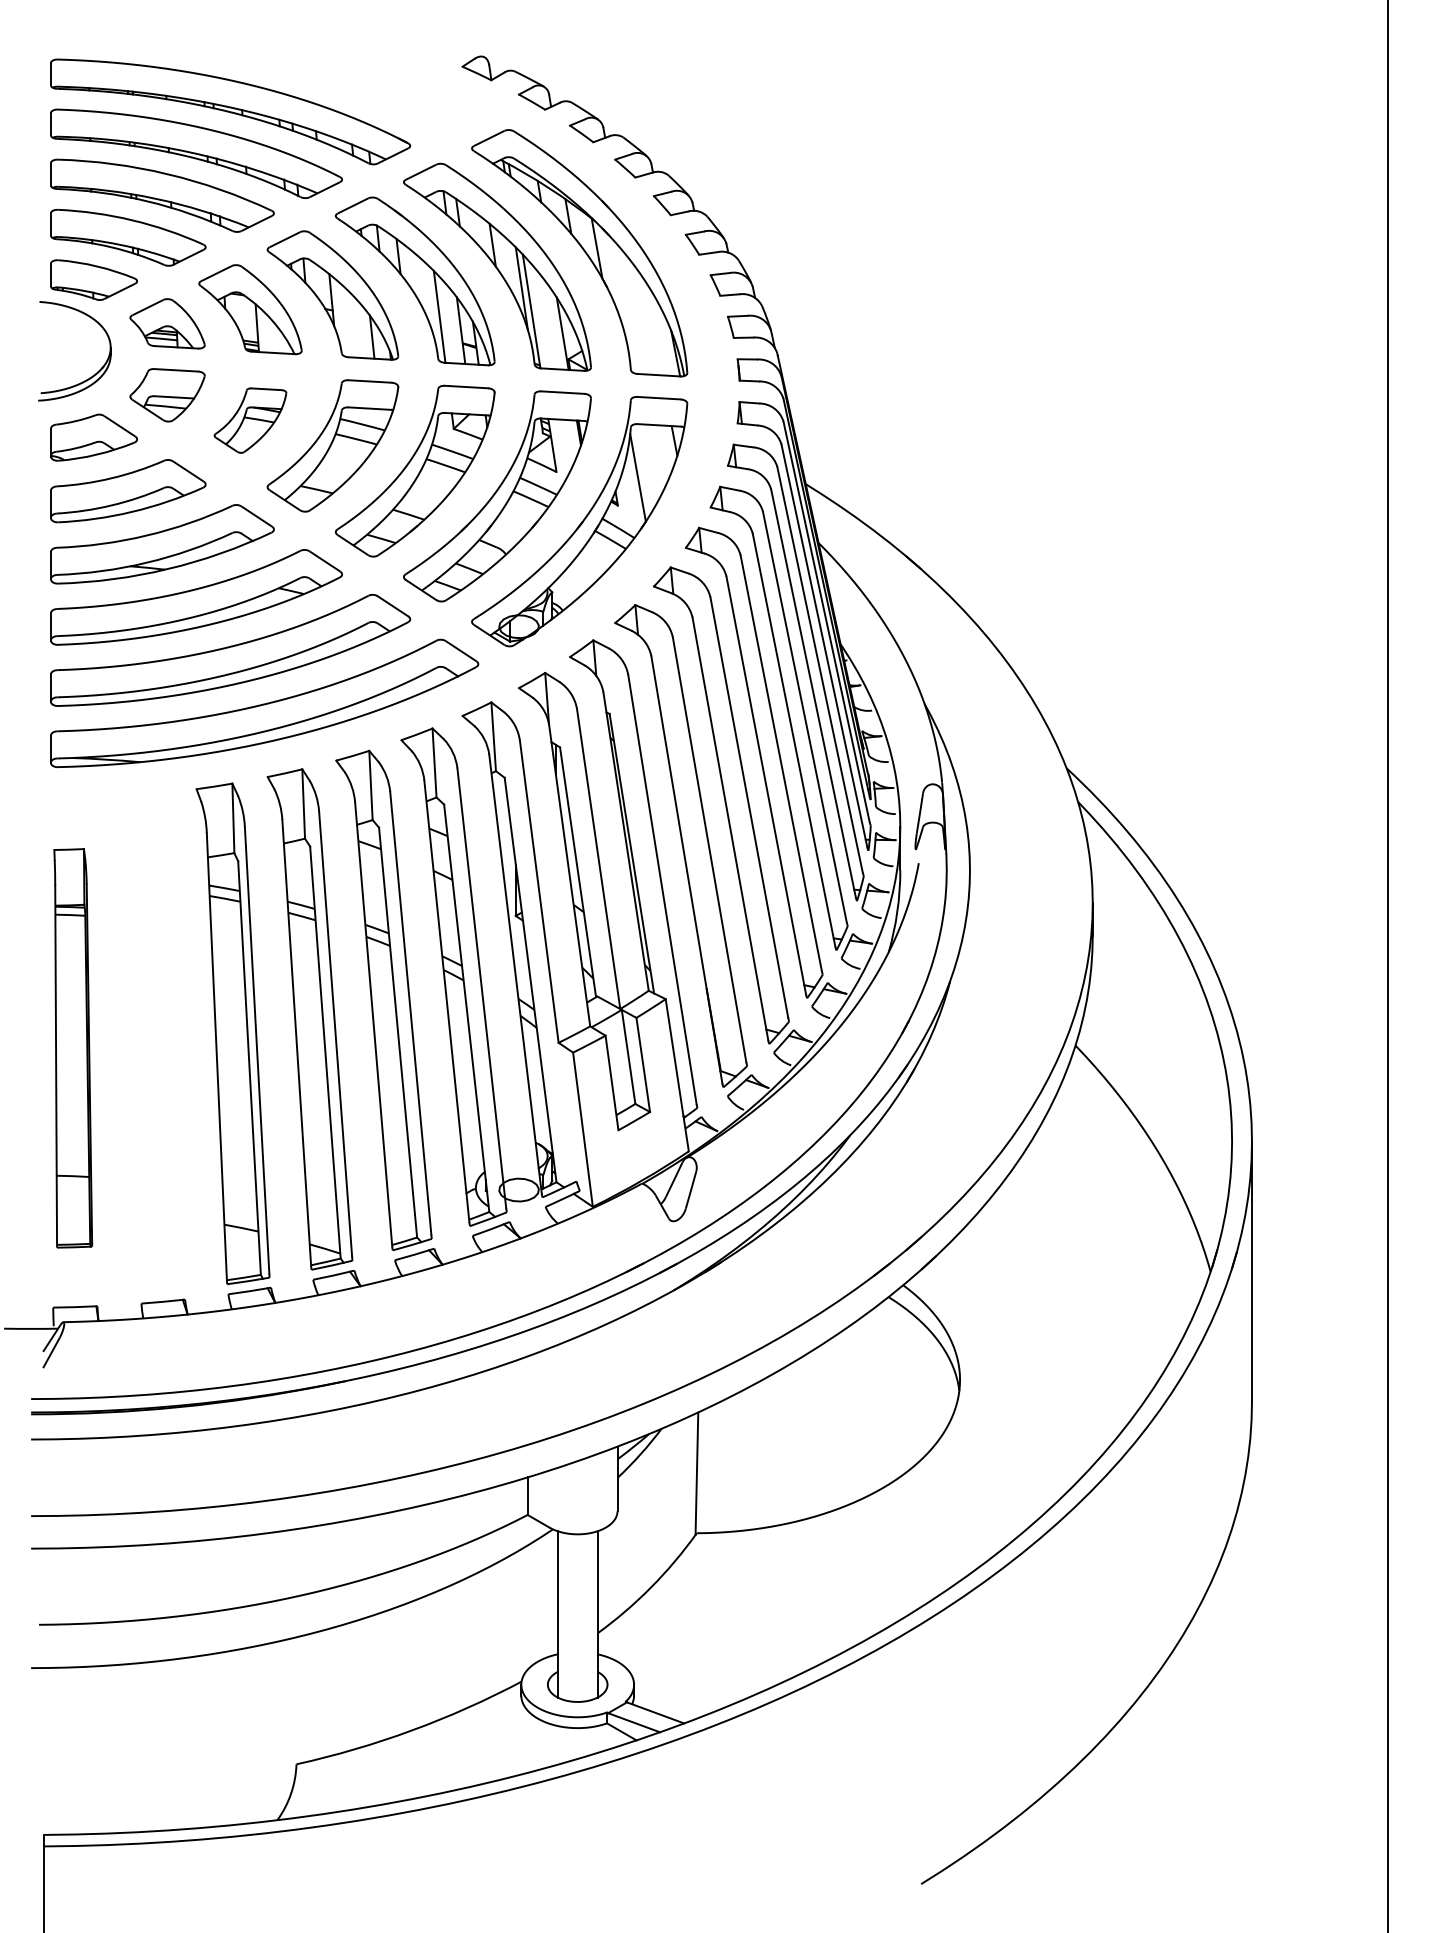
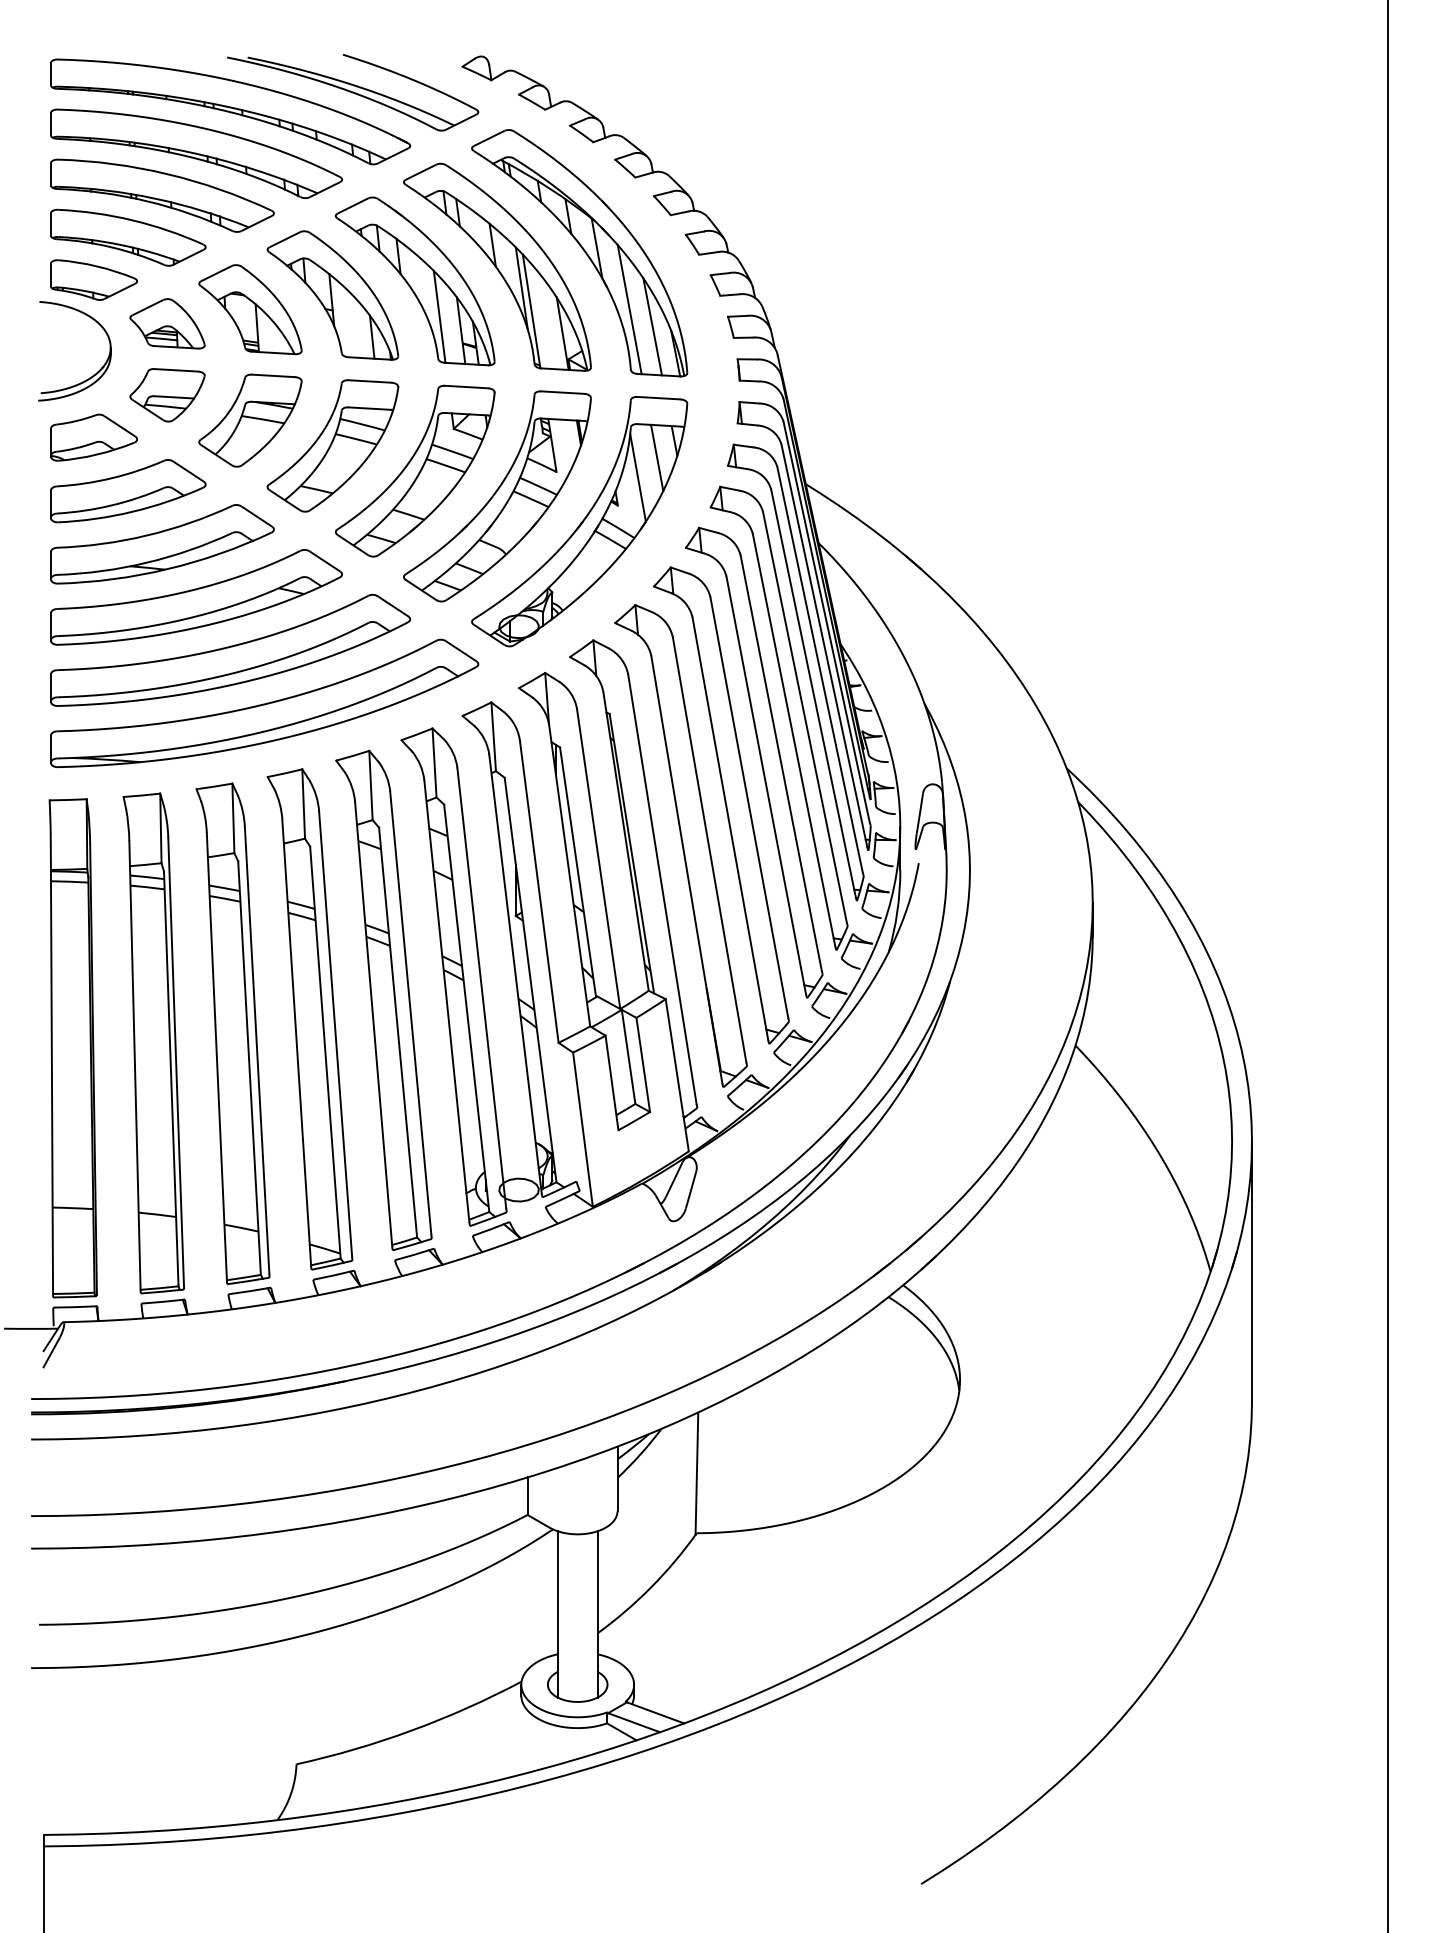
part at (353, 92): none -> present
line at (629, 309): none -> present
line at (652, 326): none -> present
part at (250, 420) size: 75x67 px -> 105x95 px
line at (657, 457): none -> present
part at (153, 1043): none -> present
part at (73, 1048) size: 41x401 px -> 50x501 px
